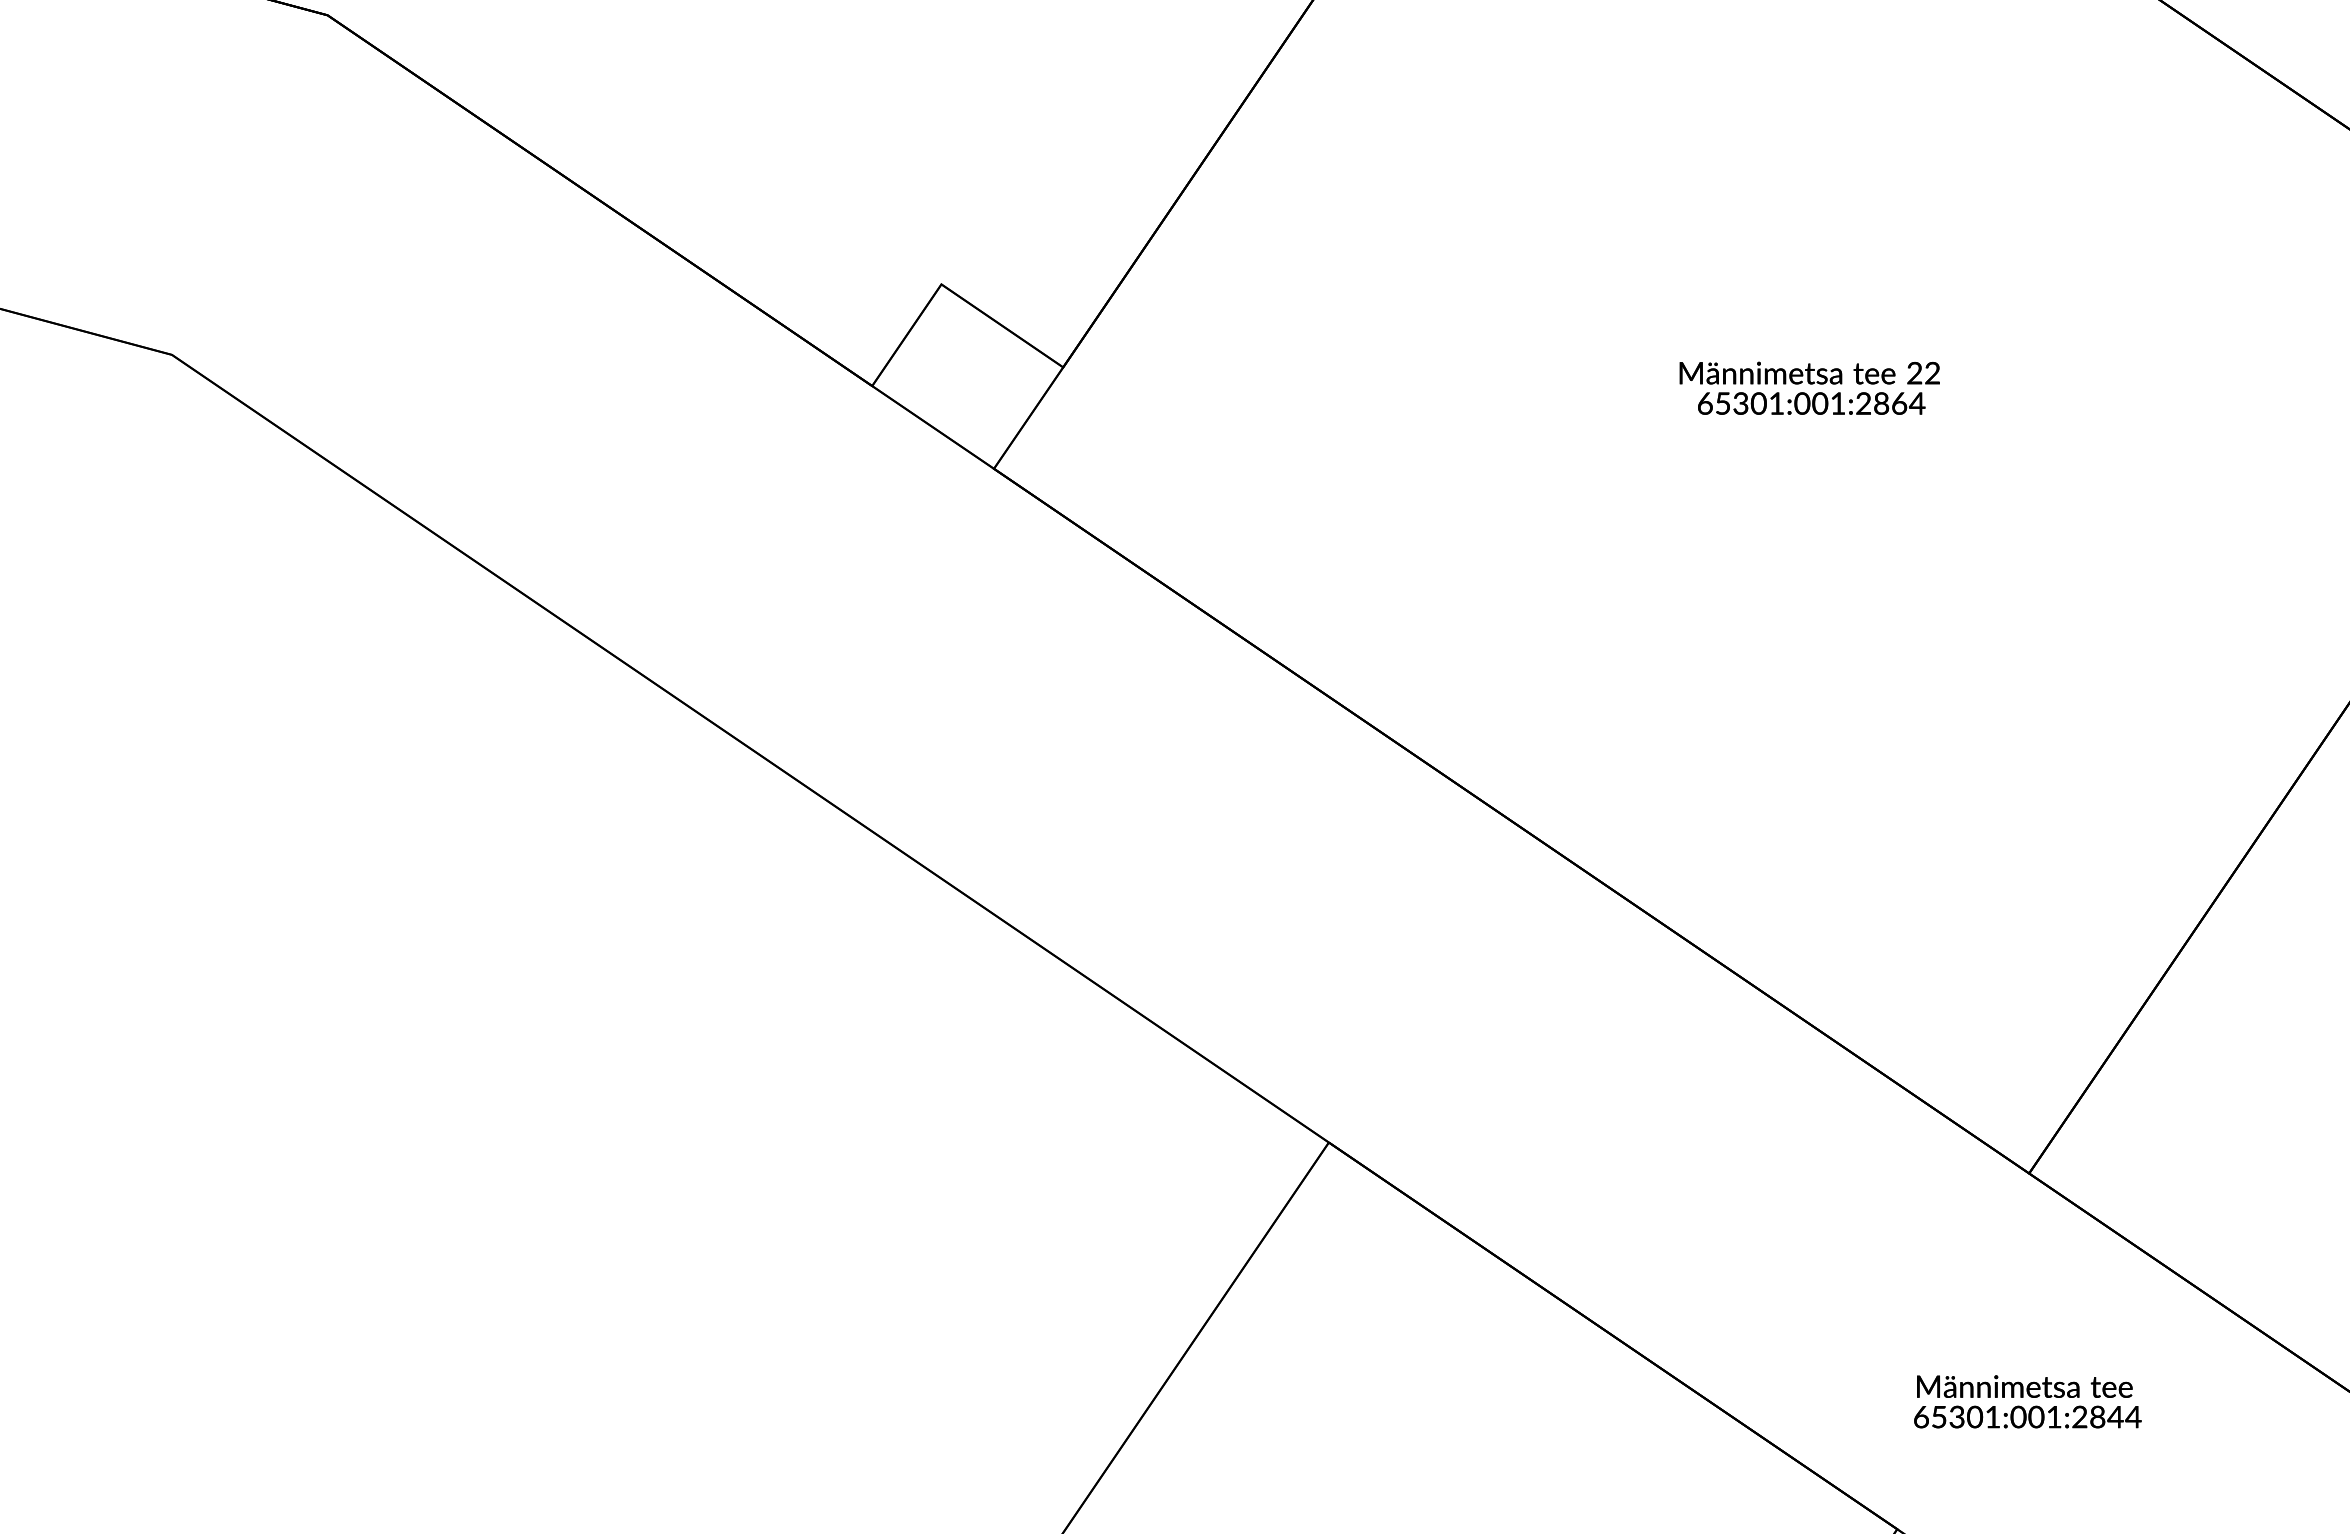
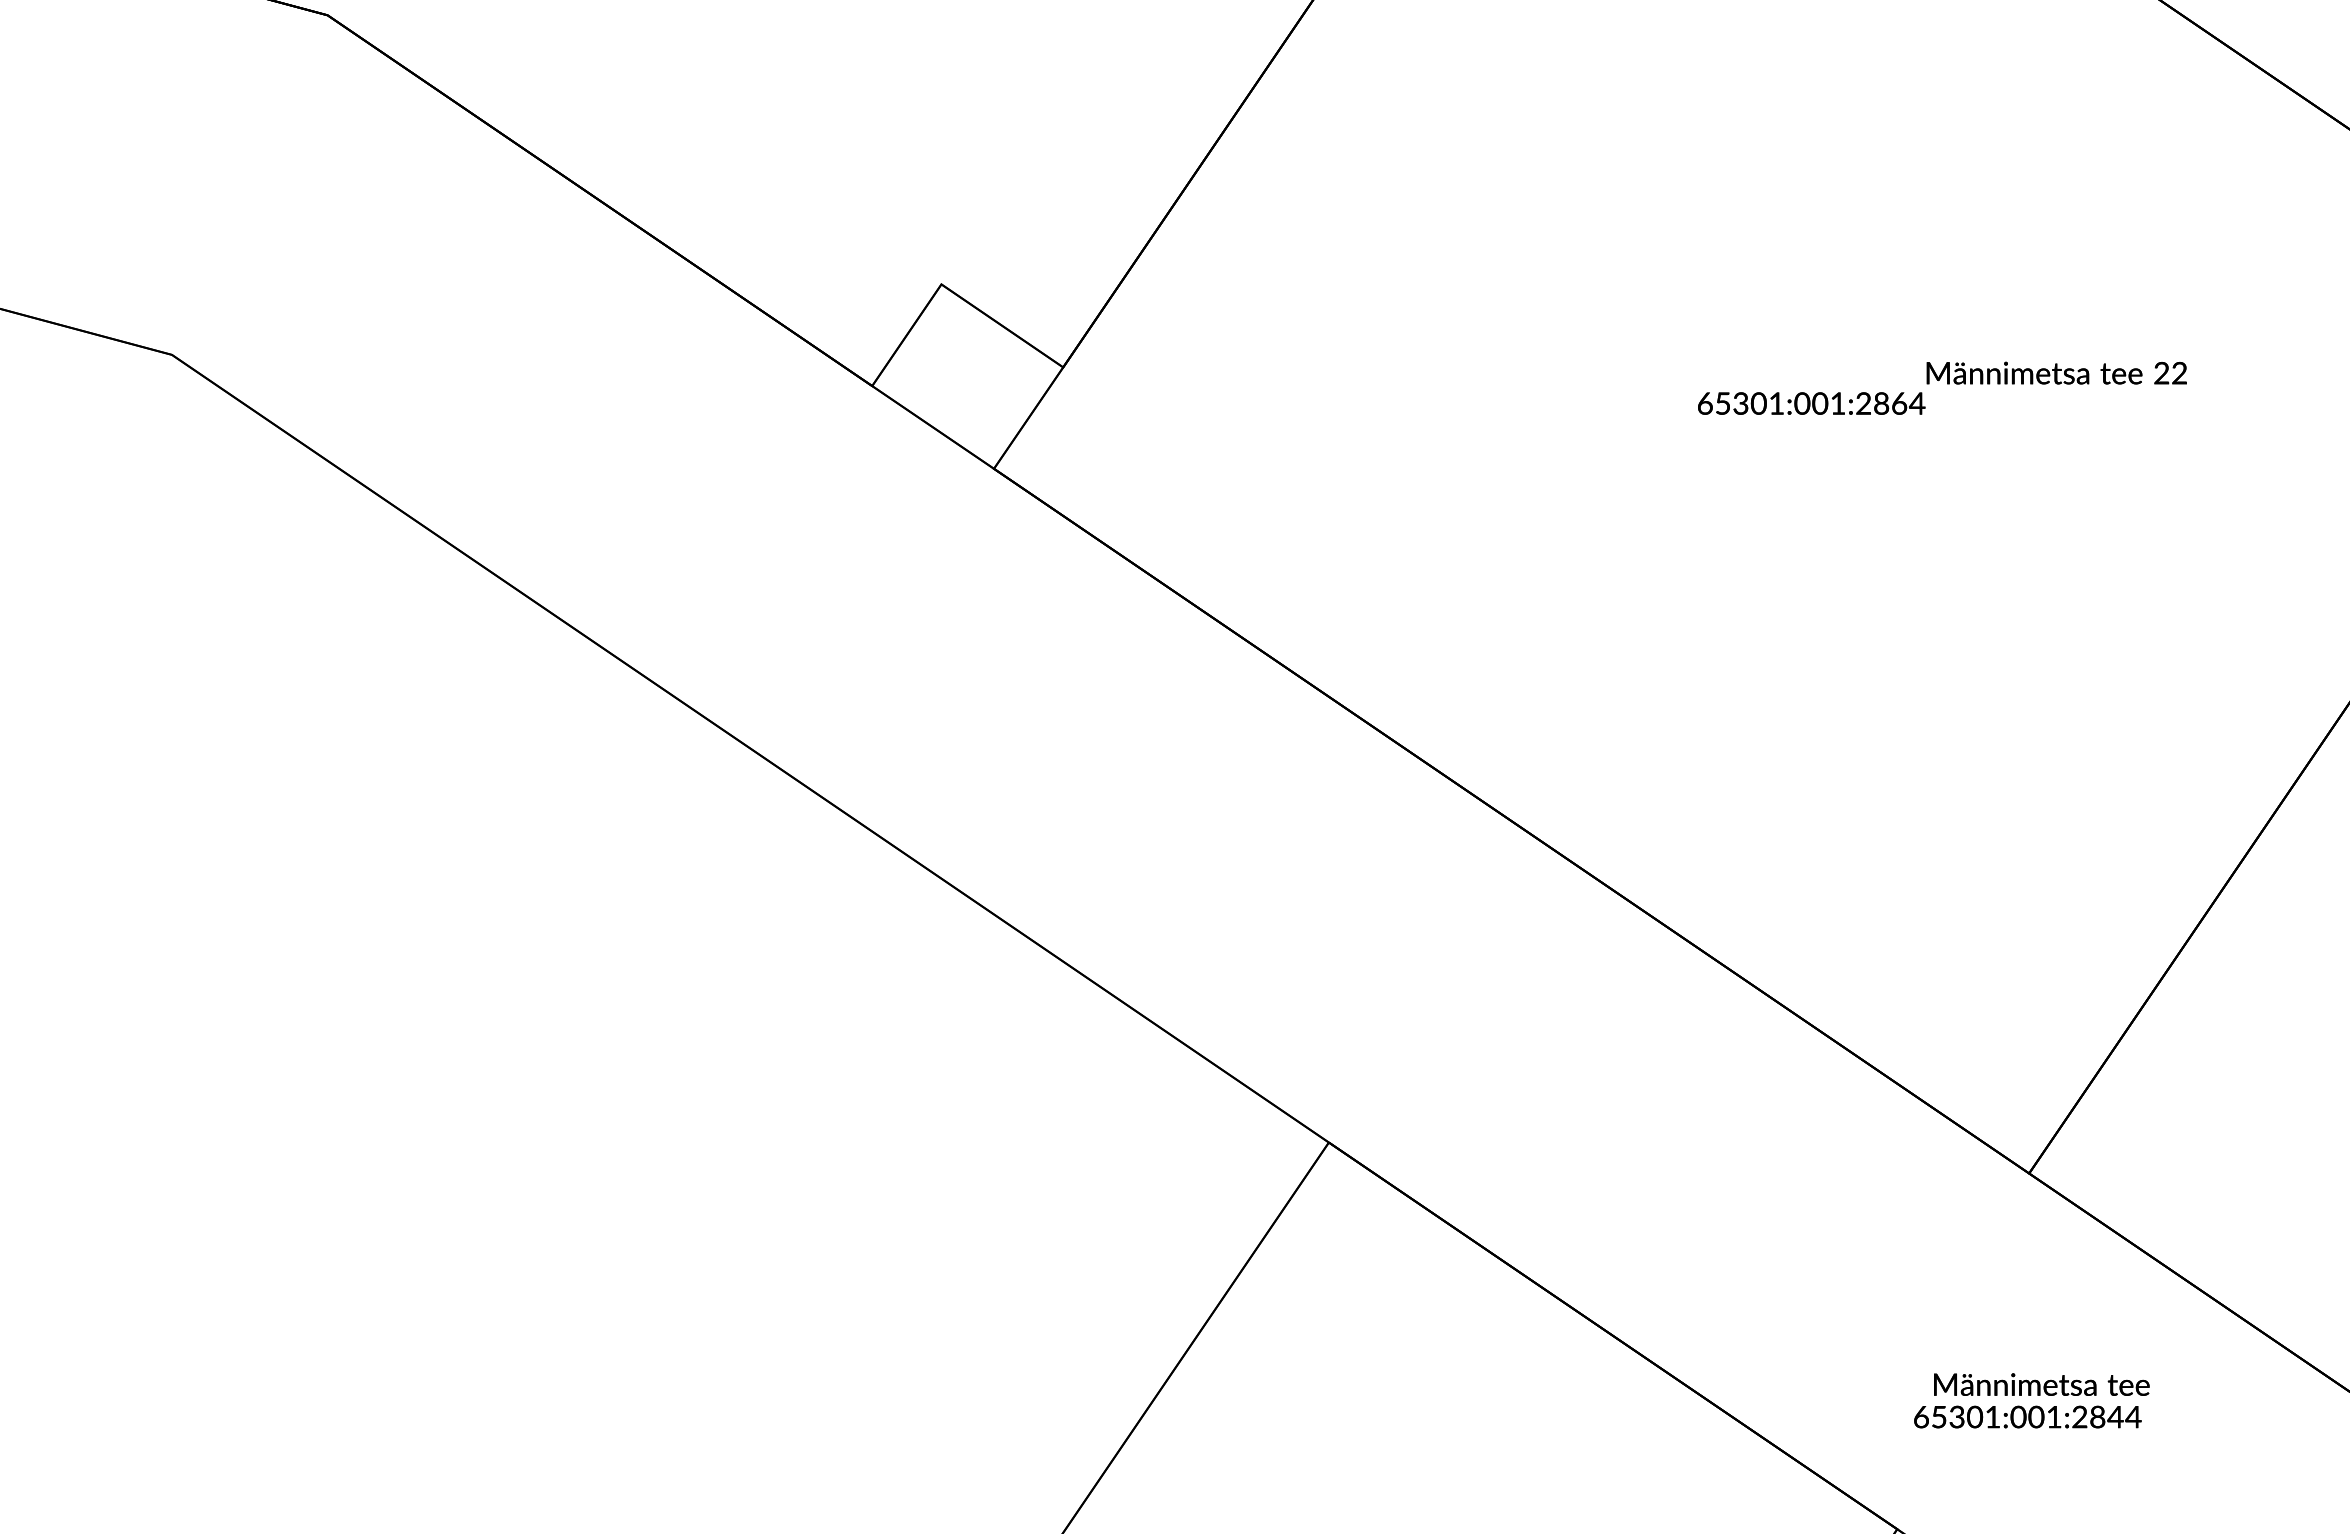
text at (1809, 372) position: (1809, 372) -> (2056, 372)
text at (2024, 1386) position: (2024, 1386) -> (2041, 1384)
